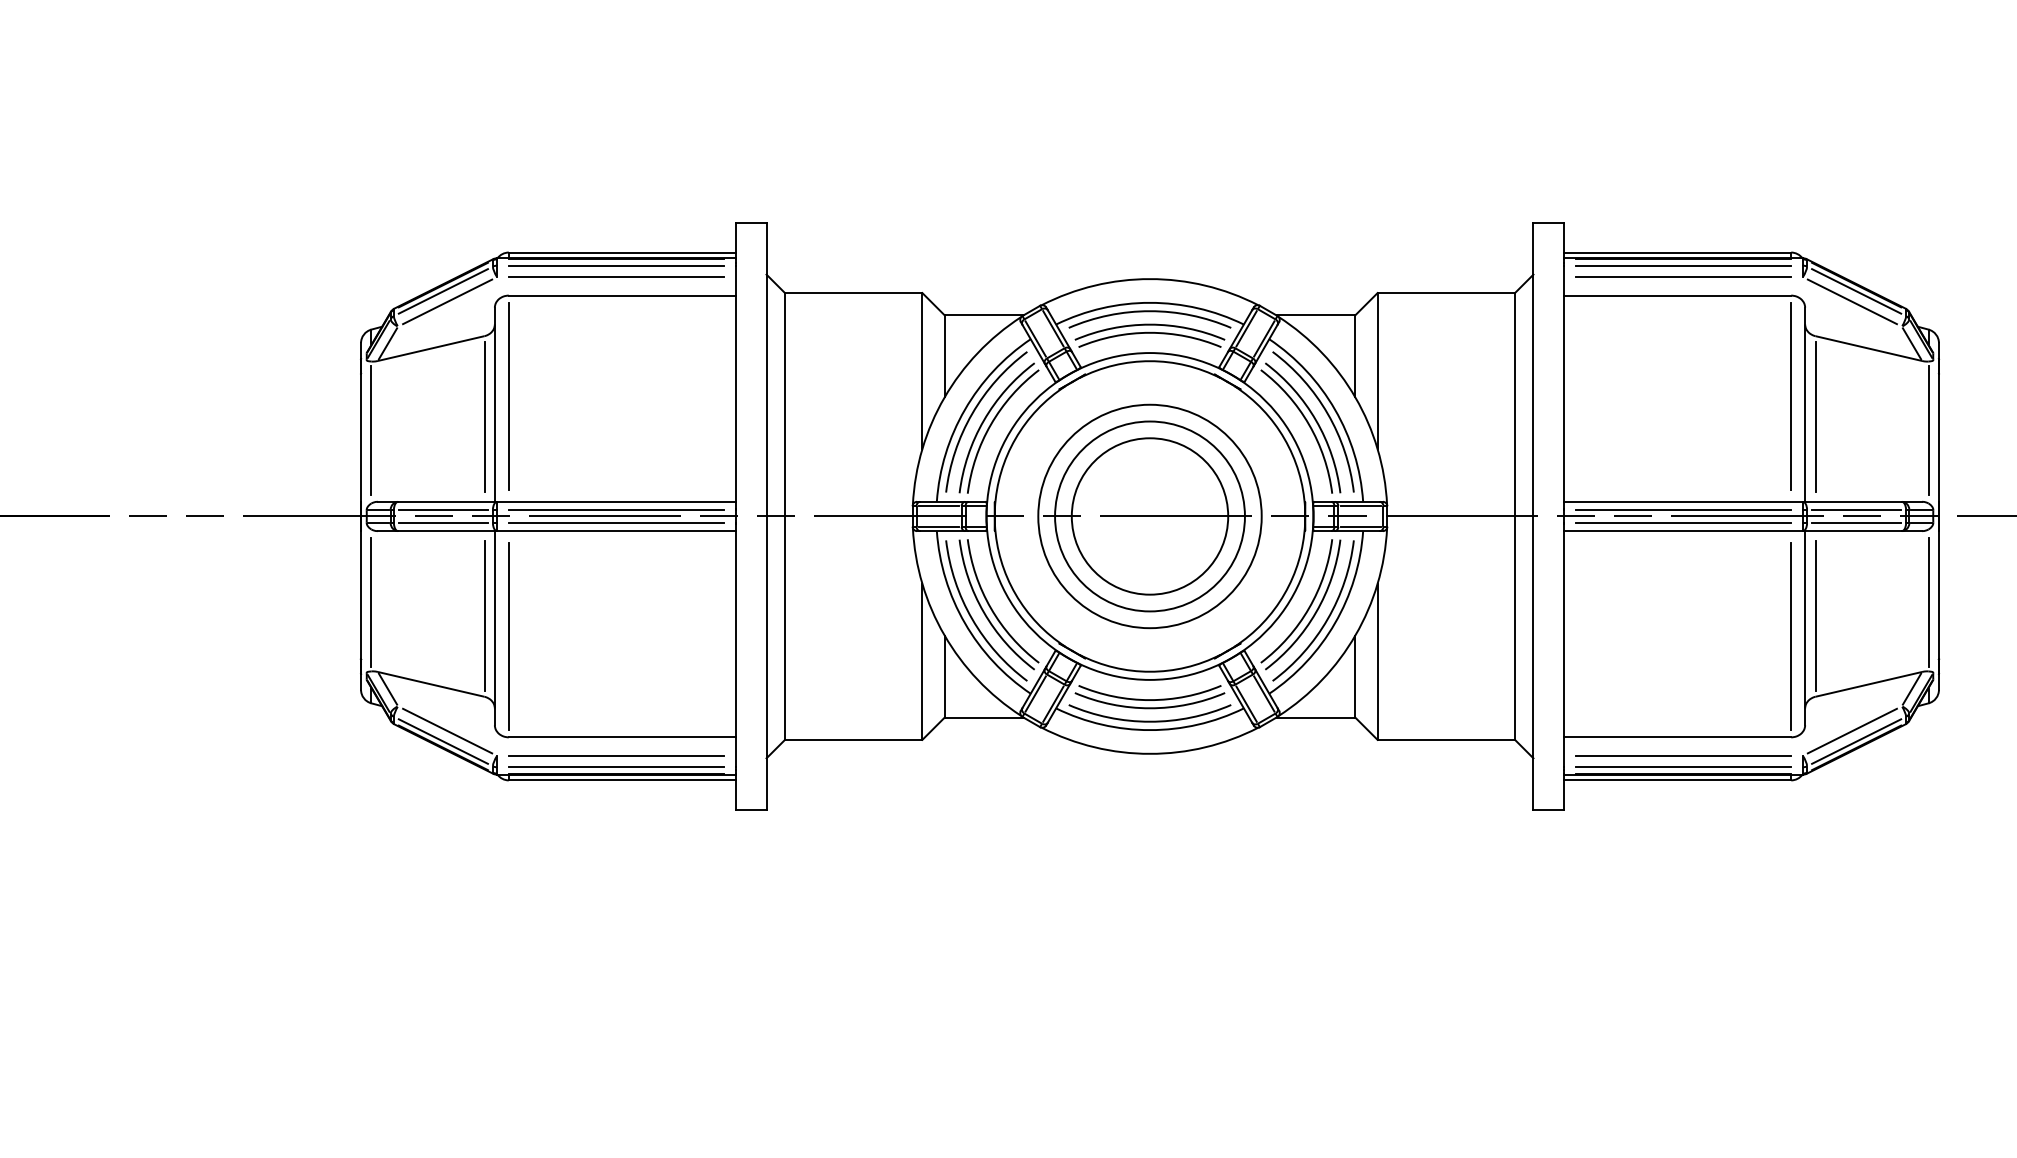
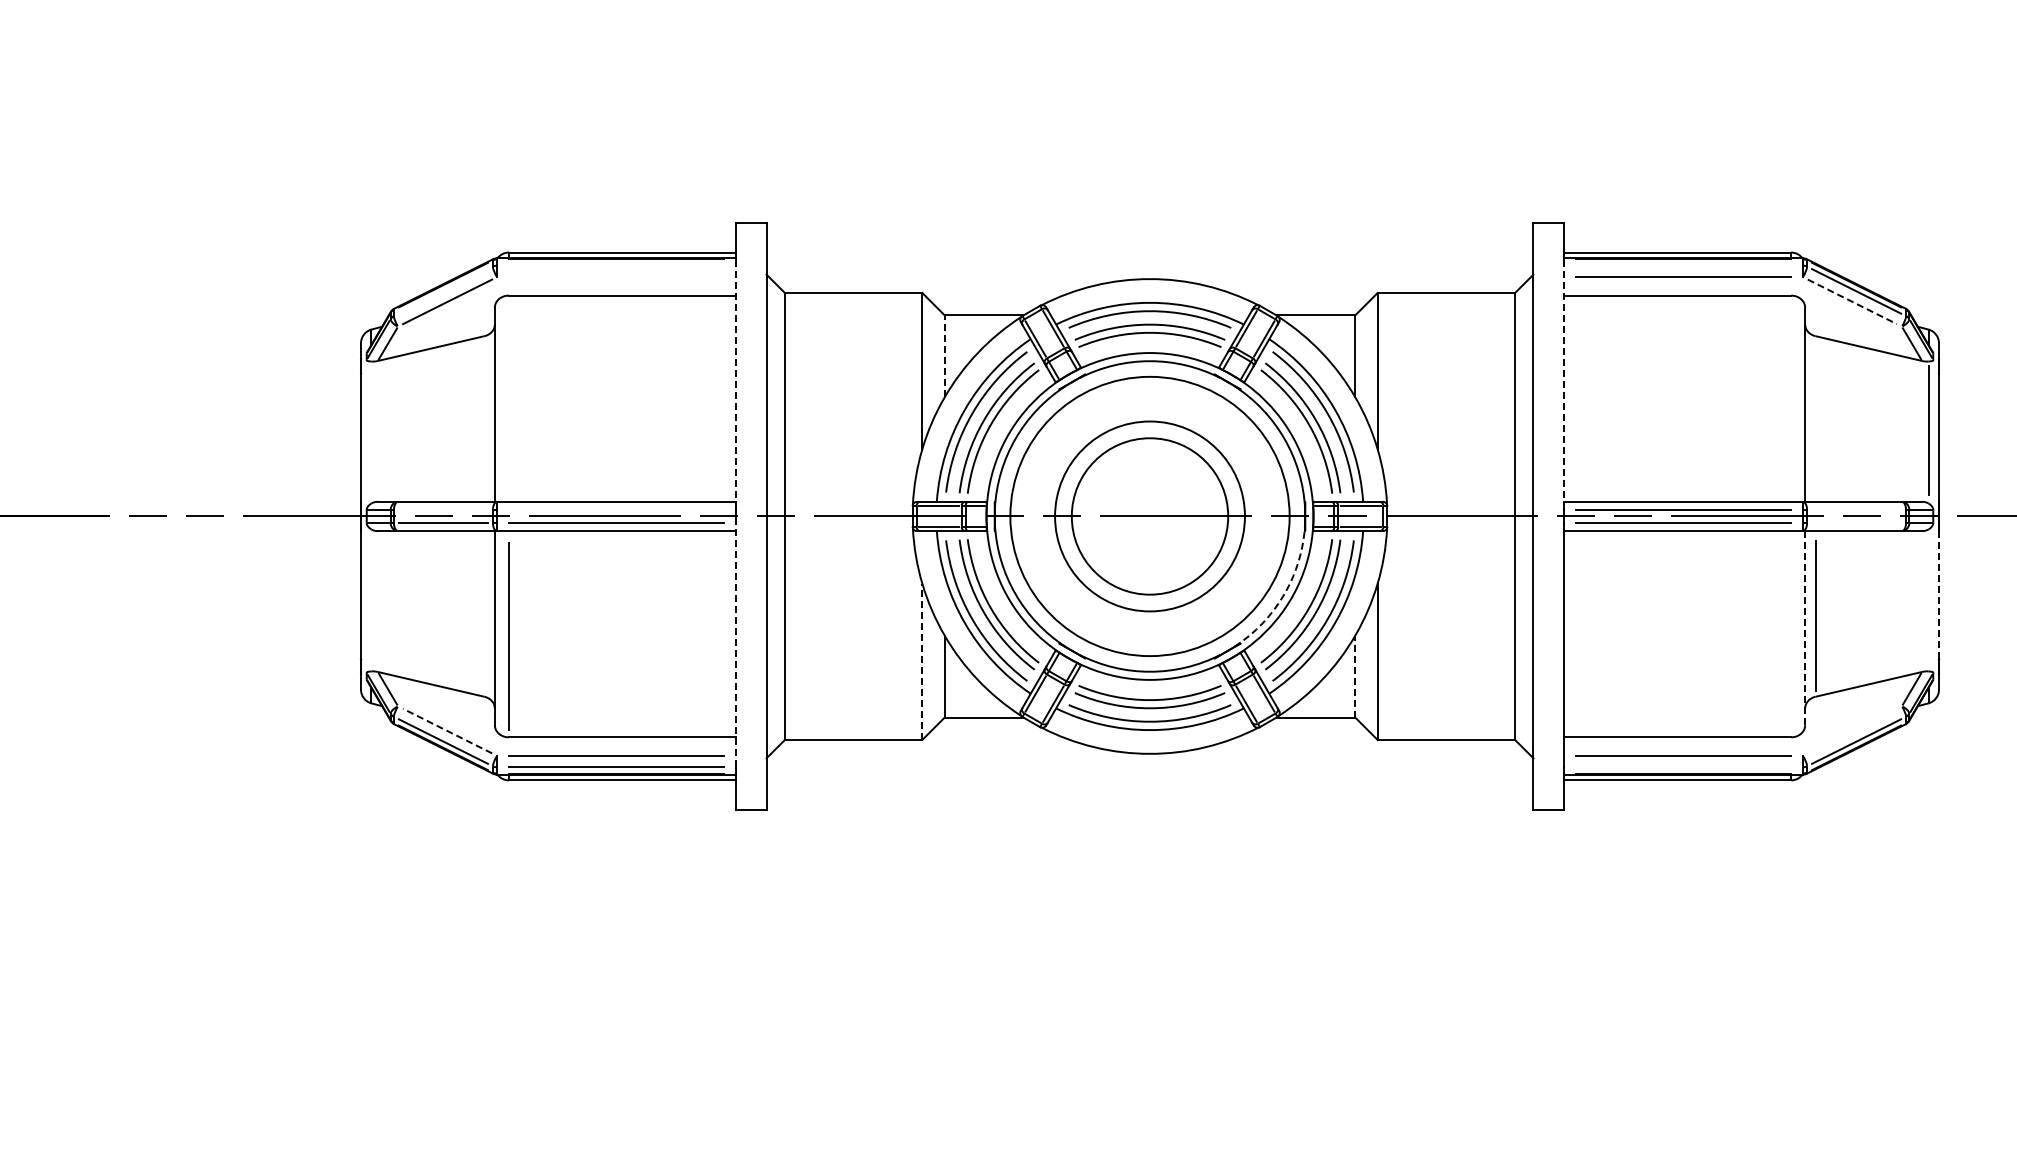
line at (616, 265): present -> none
line at (1683, 265): present -> none
line at (616, 276): present -> none
line at (442, 291): present -> none
line at (1852, 301): solid -> dashed
line at (944, 356): solid -> dashed
line at (735, 387): solid -> dashed
line at (1564, 387): solid -> dashed
line at (508, 395): present -> none
line at (1791, 395): present -> none
line at (484, 416): present -> none
line at (1815, 416): present -> none
line at (371, 430): present -> none
line at (442, 510): present -> none
line at (616, 510): present -> none
line at (1856, 510): present -> none
circle at (1149, 516) diameter: 223 px -> 279 px
line at (1856, 522): present -> none
arc at (1284, 594): solid -> dashed
line at (1938, 595): solid -> dashed
line at (371, 601): present -> none
line at (1928, 601): present -> none
line at (484, 616): present -> none
line at (1805, 628): solid -> dashed
line at (1791, 636): present -> none
line at (735, 644): solid -> dashed
line at (922, 661): solid -> dashed
line at (1355, 676): solid -> dashed
line at (1851, 730): present -> none
line at (447, 731): solid -> dashed
line at (1683, 767): present -> none
